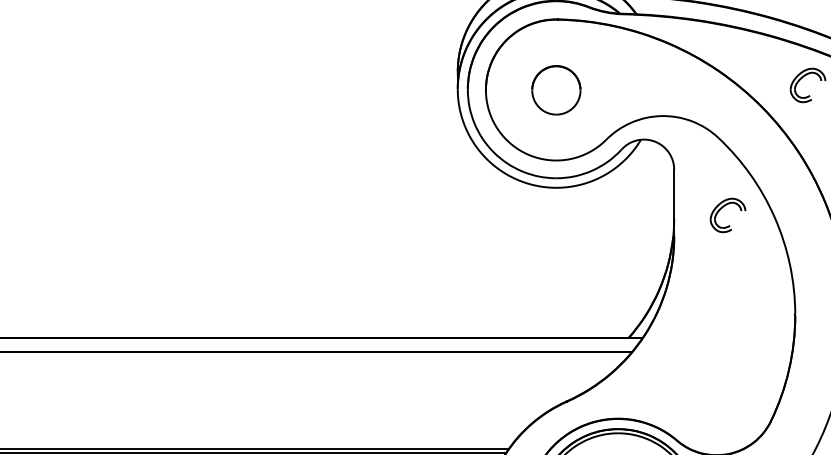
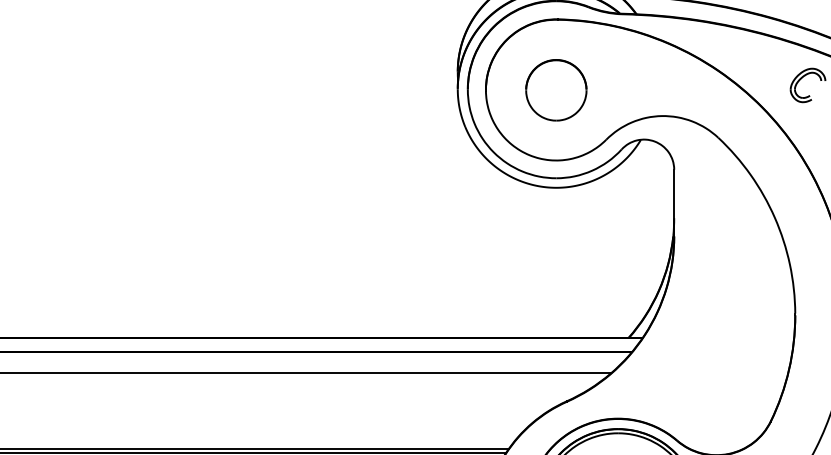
part at (556, 90) size: 51x51 px -> 63x63 px
part at (721, 209): present -> none
line at (306, 372): none -> present
